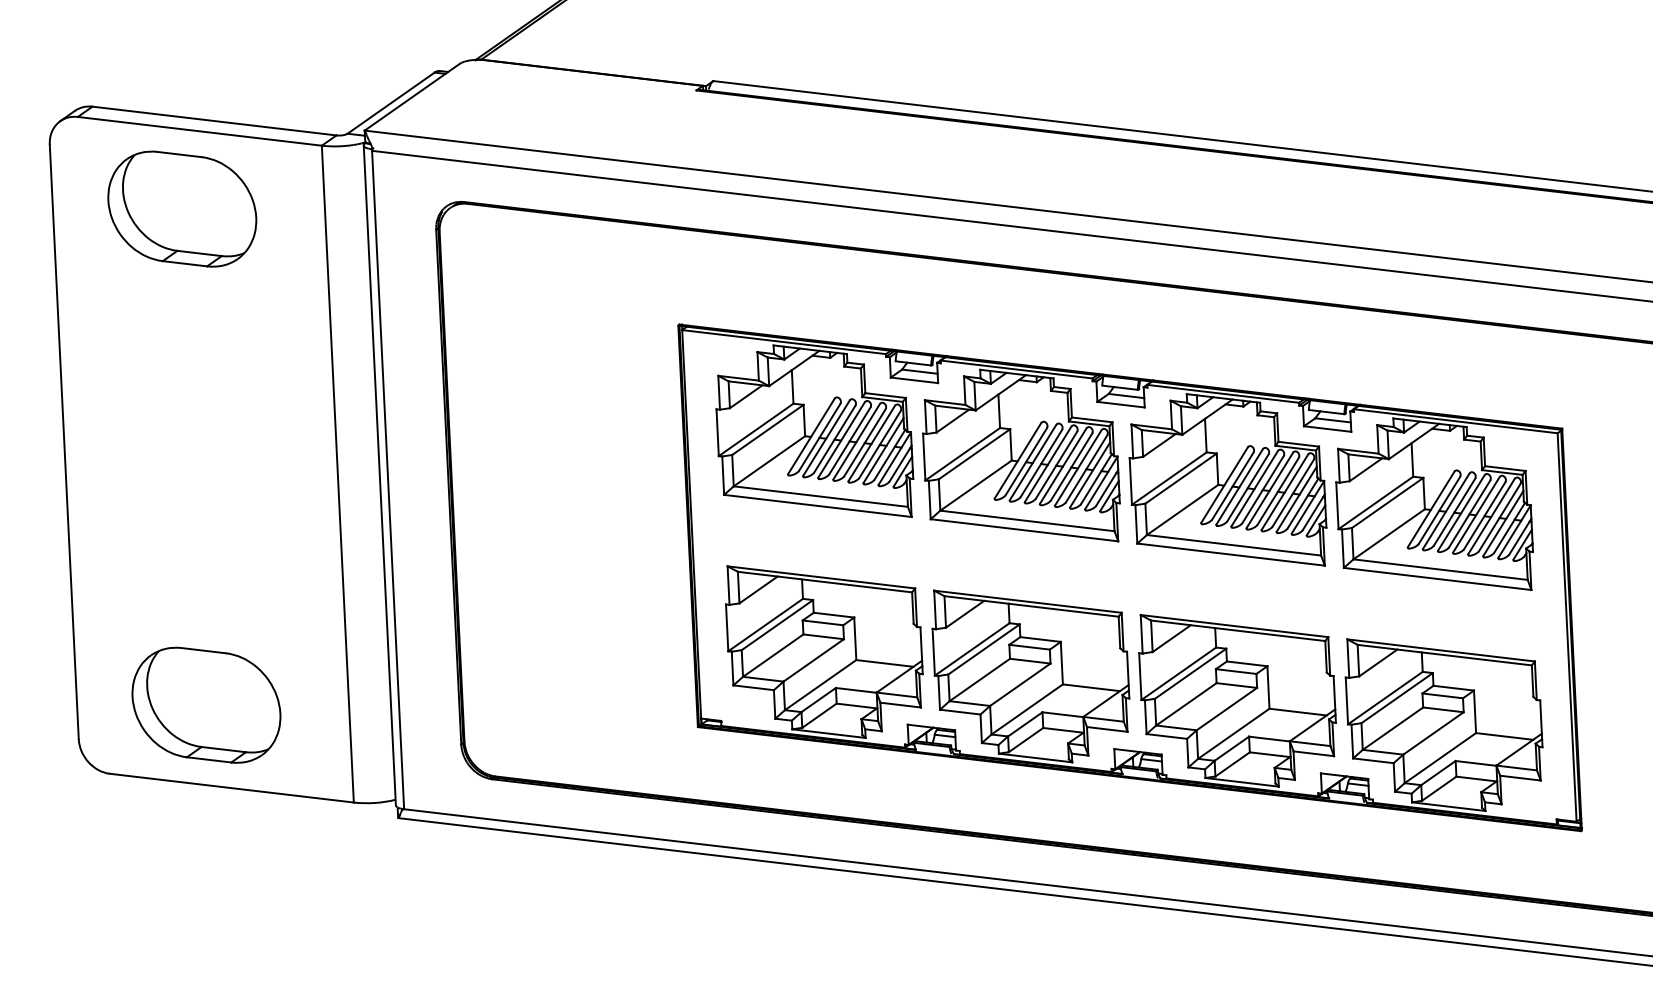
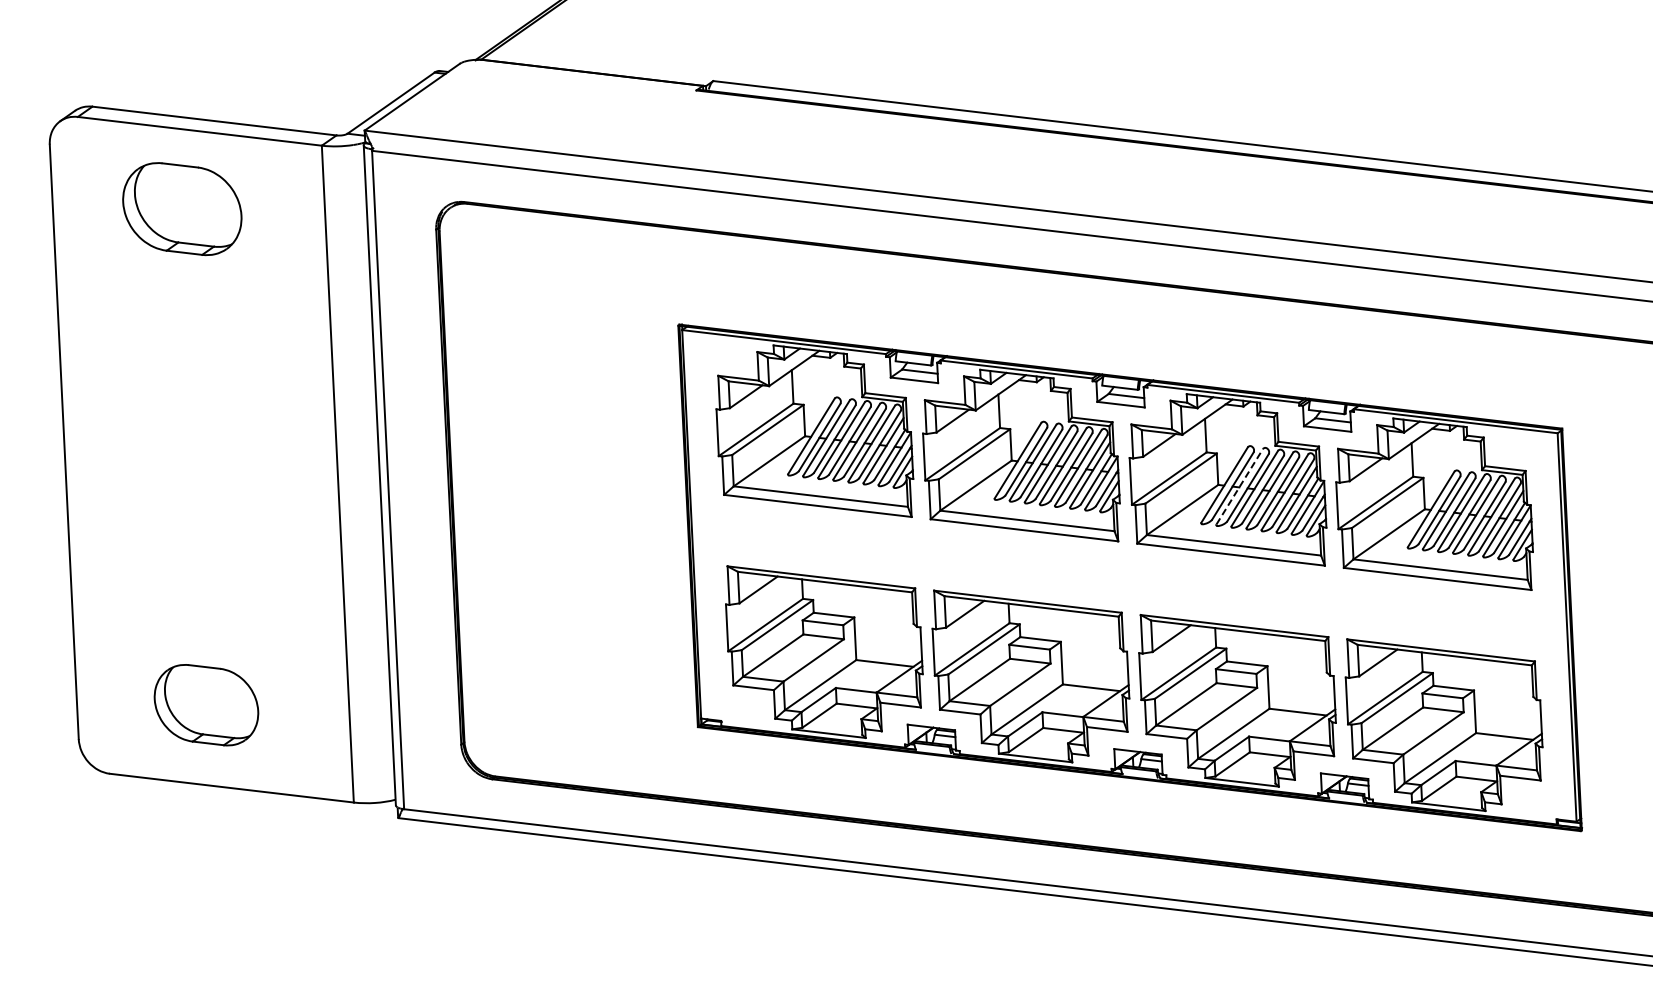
part at (182, 208) size: 151x118 px -> 121x95 px
line at (1239, 486): solid -> dashed
part at (206, 704) size: 151x118 px -> 107x83 px
